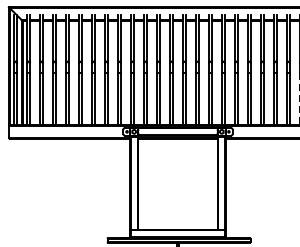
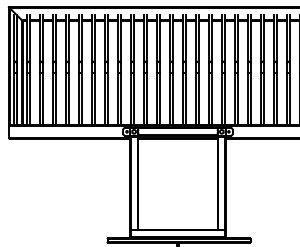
line at (299, 99): dashed -> solid
